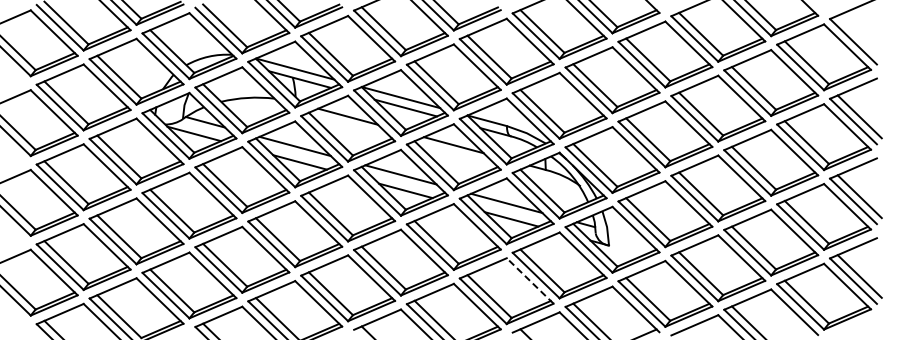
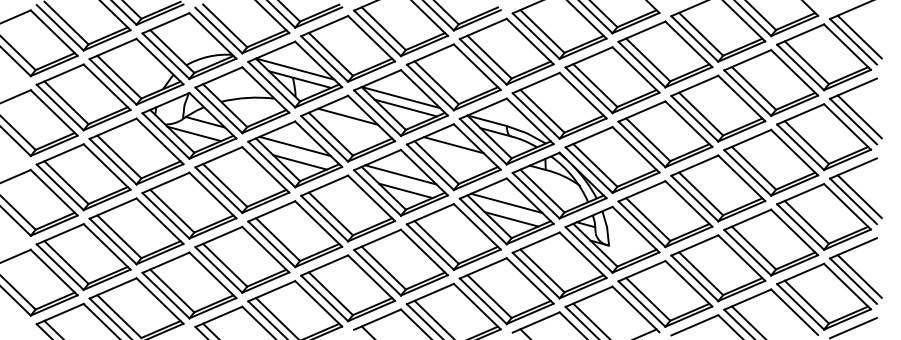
line at (859, 36): none -> present
line at (530, 280): dashed -> solid
line at (854, 327): none -> present
